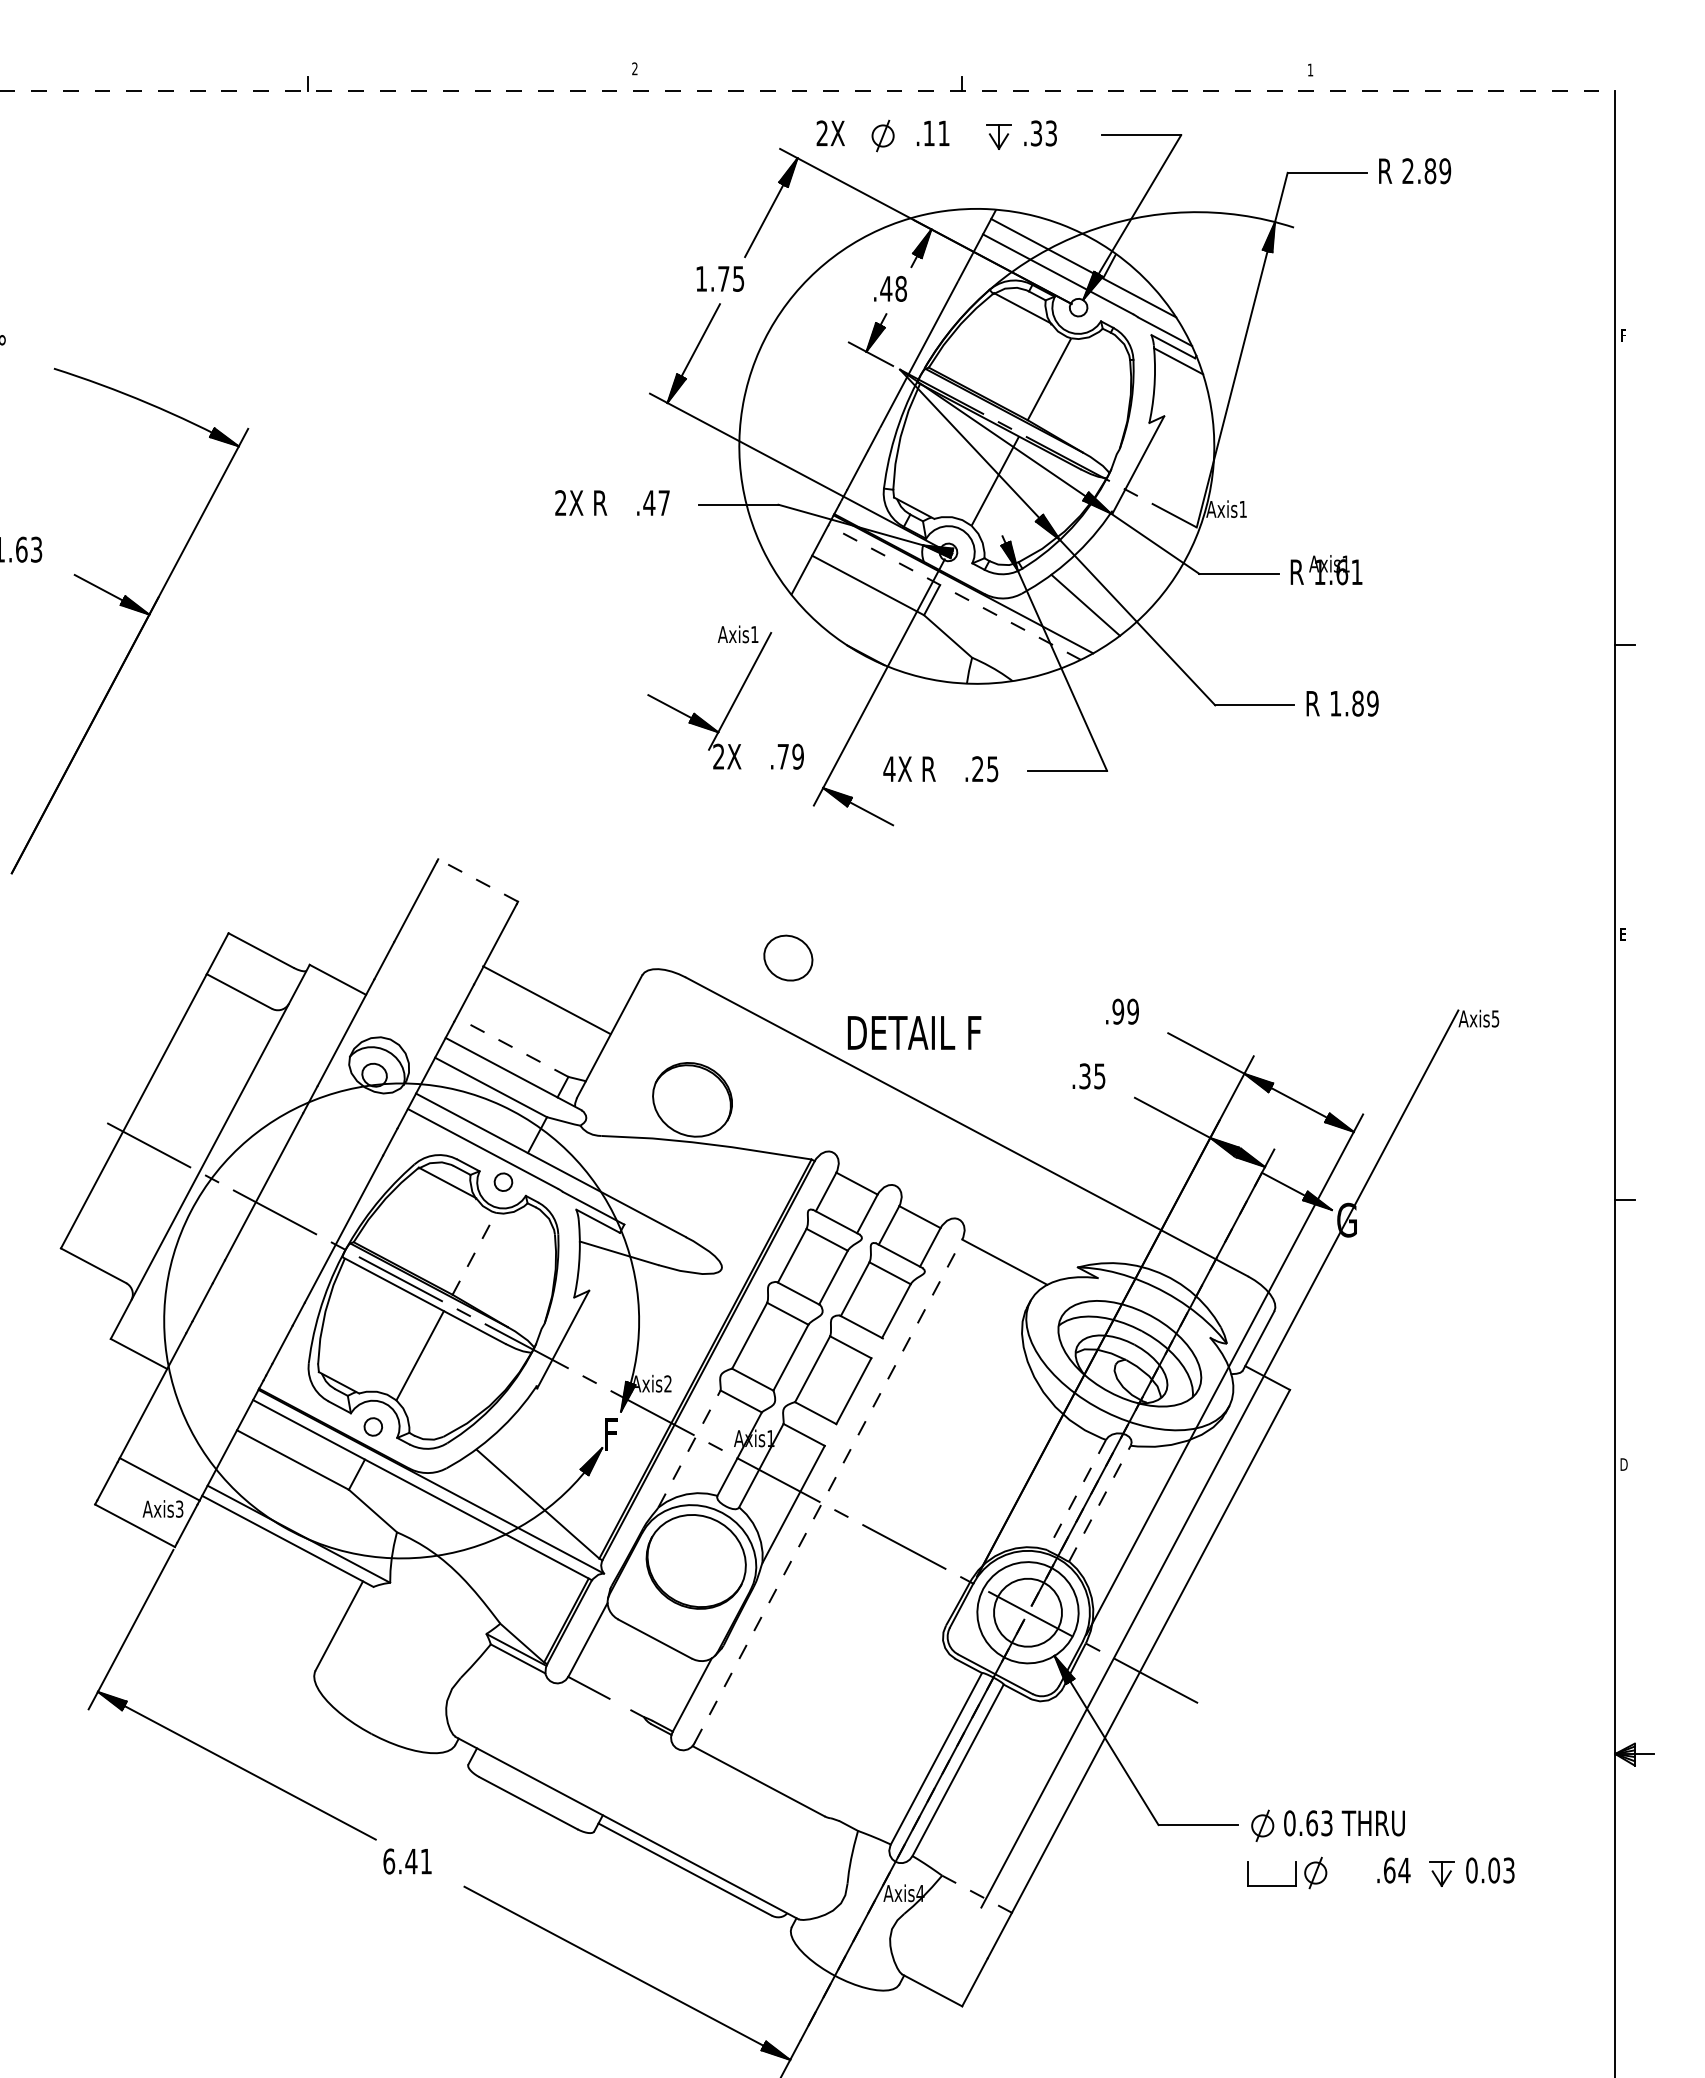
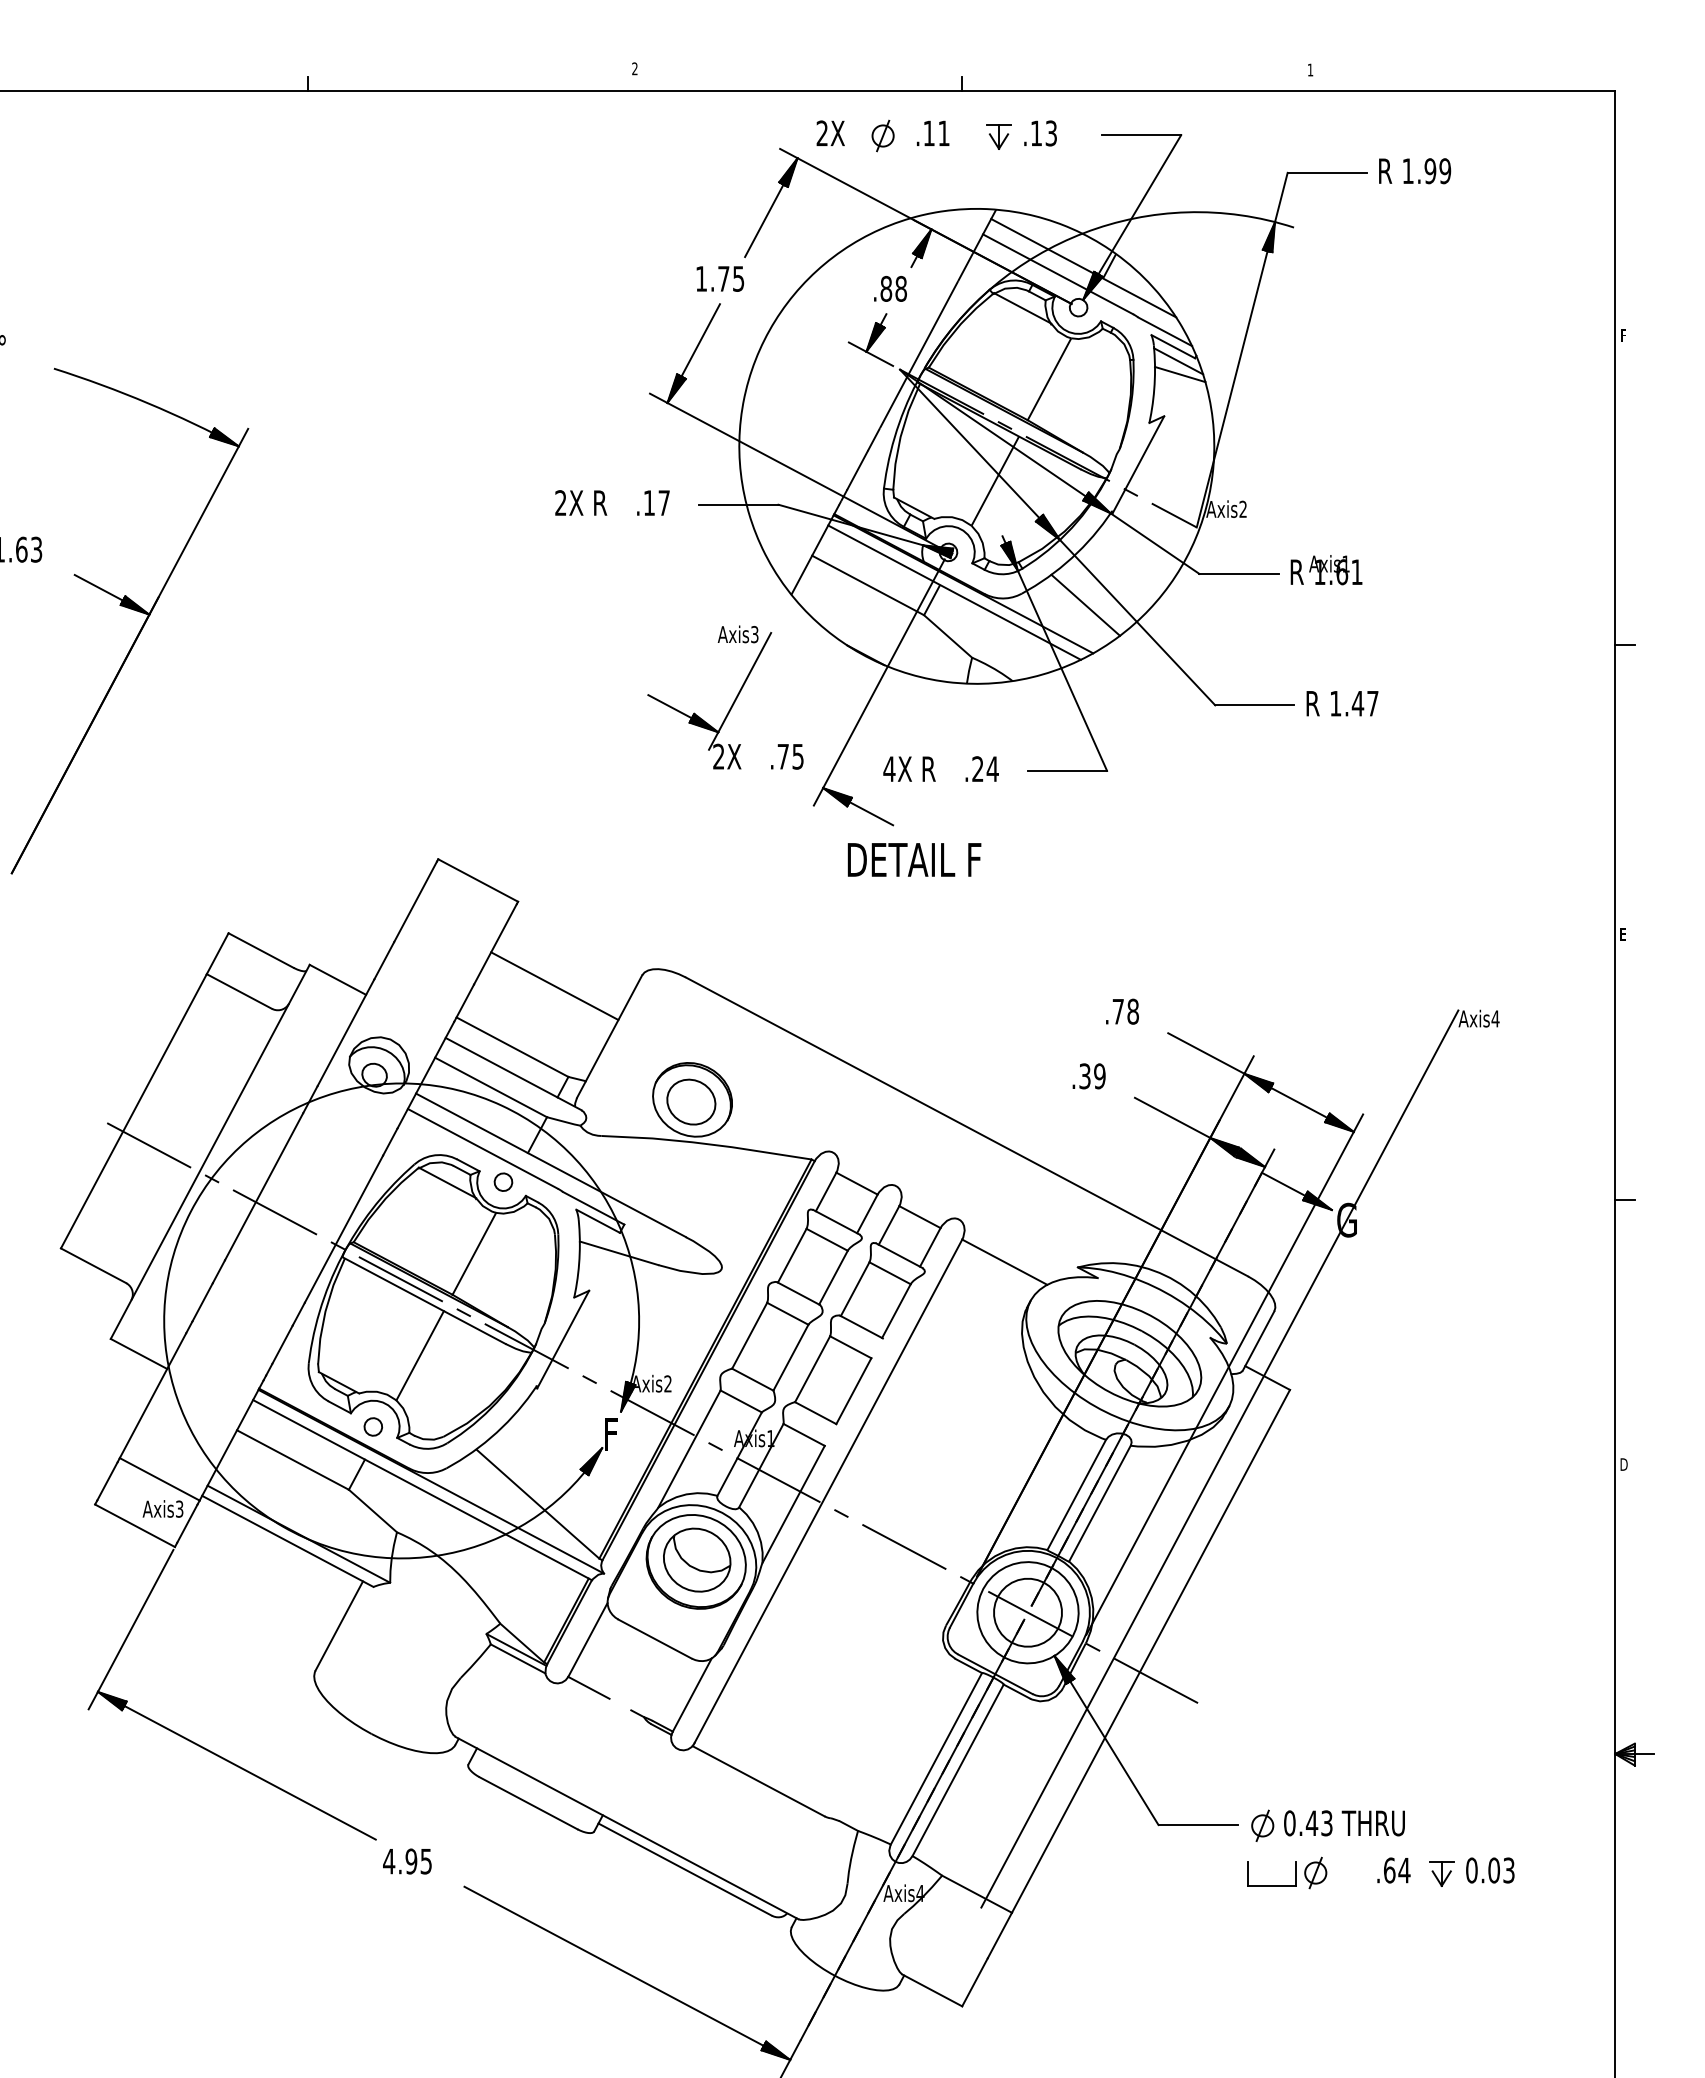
line at (808, 90): dashed -> solid
text at (1036, 133): .33 -> .13
text at (1419, 171): 2.89 -> 1.99
text at (886, 288): .48 -> .88
line at (1180, 374): none -> present
text at (649, 502): .47 -> .17
text at (1242, 508): Axis1 -> Axis2
line at (954, 592): dashed -> solid
text at (754, 634): Axis1 -> Axis3
text at (1364, 703): 1.89 -> 1.47
text at (797, 756): .79 -> .75
text at (992, 769): .25 -> .24
line at (477, 880): dashed -> solid
part at (788, 957) position: (788, 957) -> (691, 1101)
line at (546, 1000) position: (546, 1000) -> (554, 986)
text at (1125, 1011): .99 -> .78
text at (1495, 1018): Axis5 -> Axis4
text at (914, 1032) position: (914, 1032) -> (914, 859)
line at (512, 1046): dashed -> solid
text at (1099, 1076): .35 -> .39
line at (474, 1253): dashed -> solid
line at (689, 1448): dashed -> solid
line at (828, 1491): dashed -> solid
line at (1076, 1495): dashed -> solid
line at (1099, 1503): dashed -> solid
part at (697, 1559): none -> present
text at (1311, 1823): 0.63 -> 0.43
text at (407, 1861): 6.41 -> 4.95
line at (977, 1894): dashed -> solid
